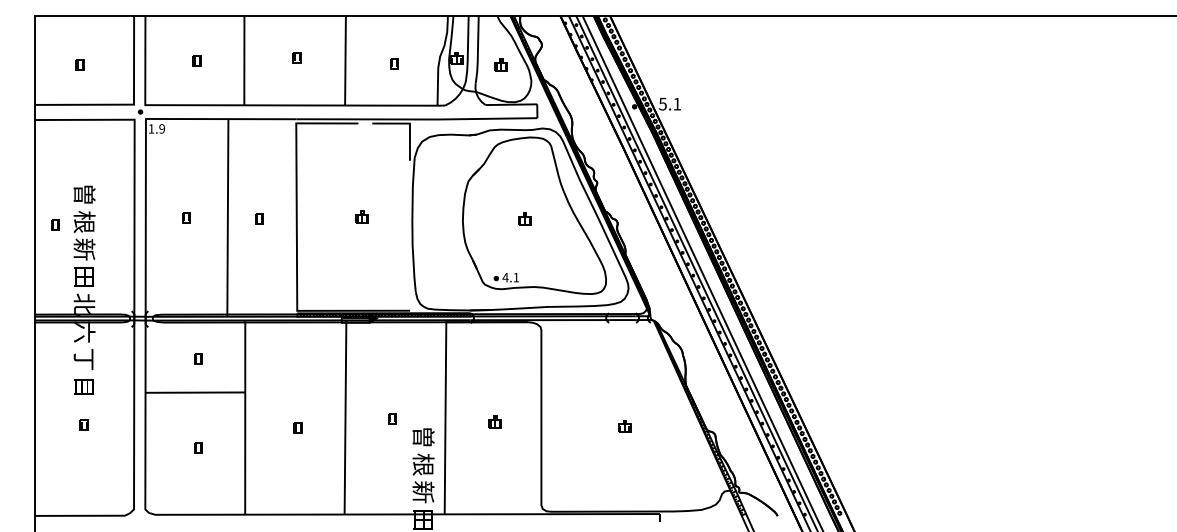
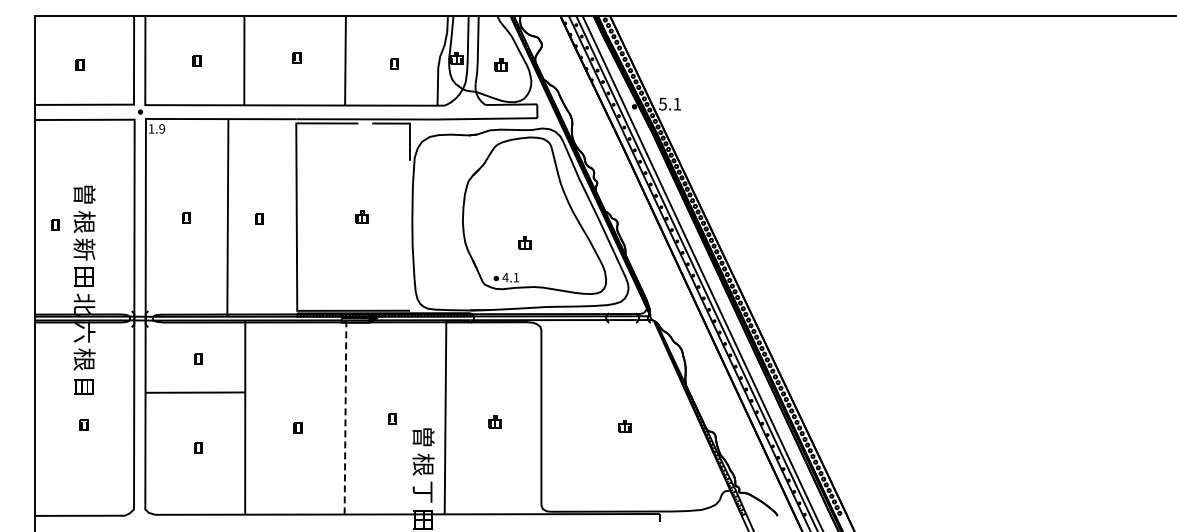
part at (524, 218) position: (524, 218) -> (524, 242)
text at (84, 359): 丁 -> 根
line at (345, 416): solid -> dashed
text at (423, 492): 新 -> 丁
